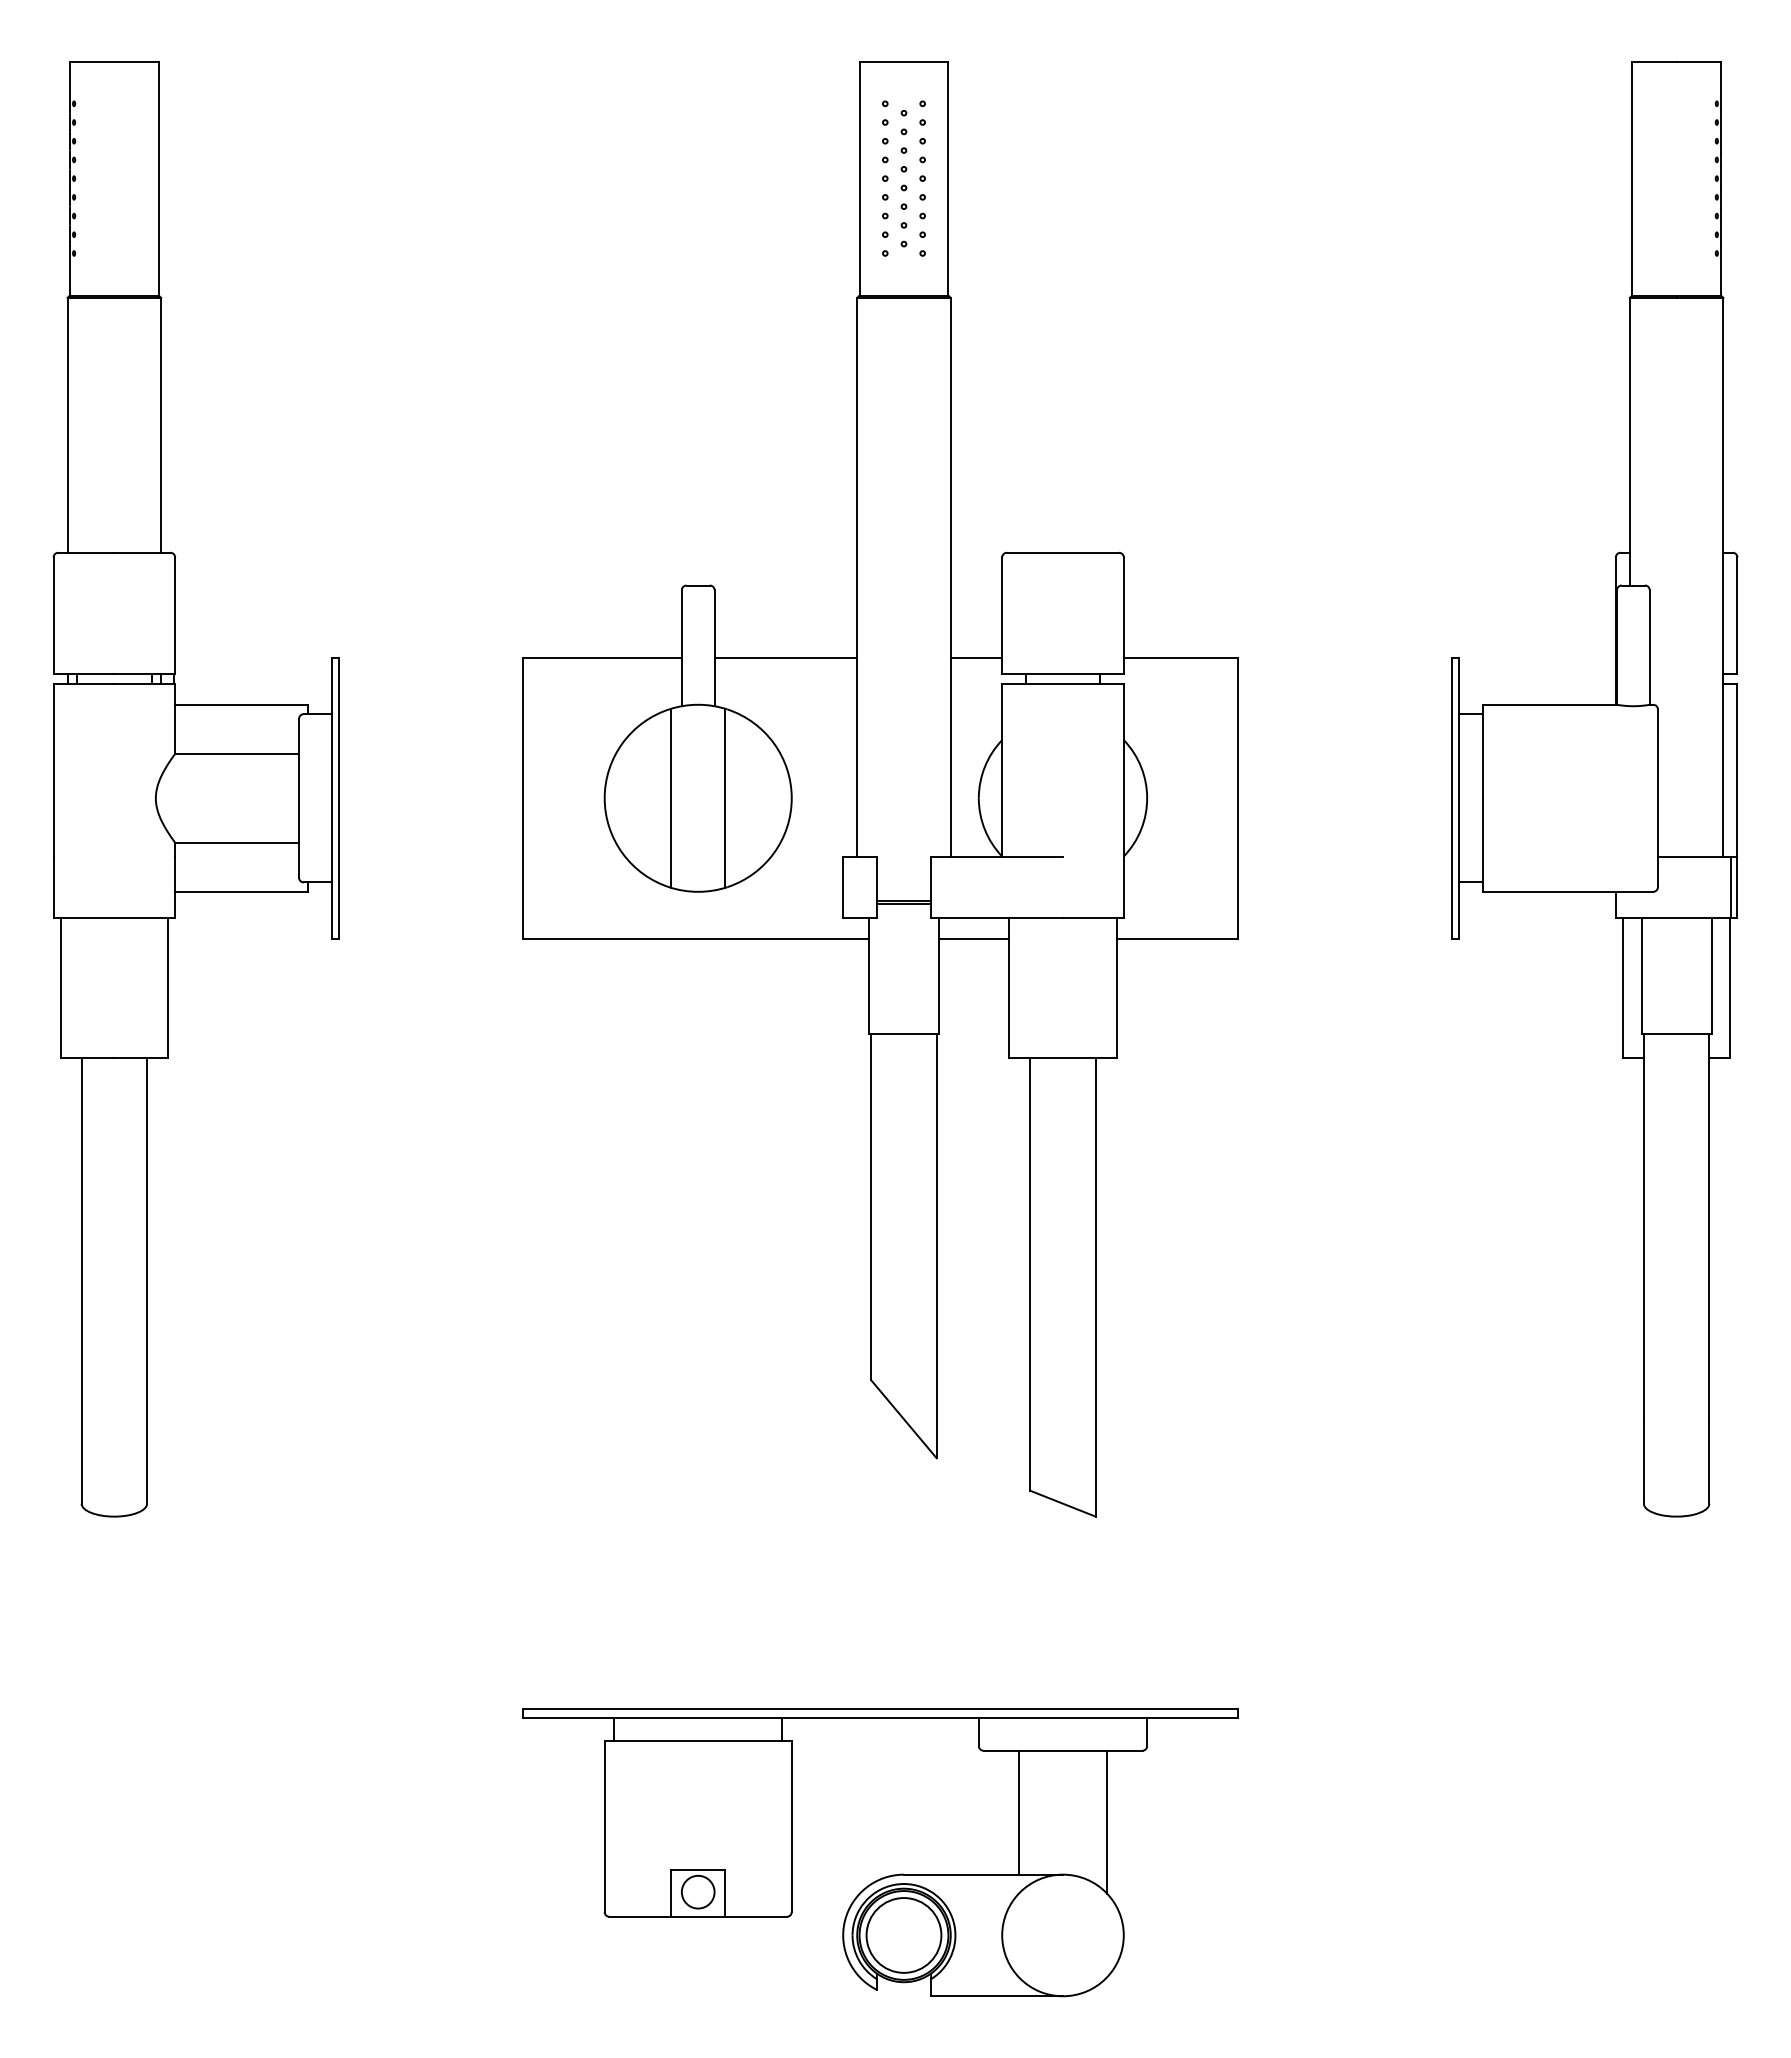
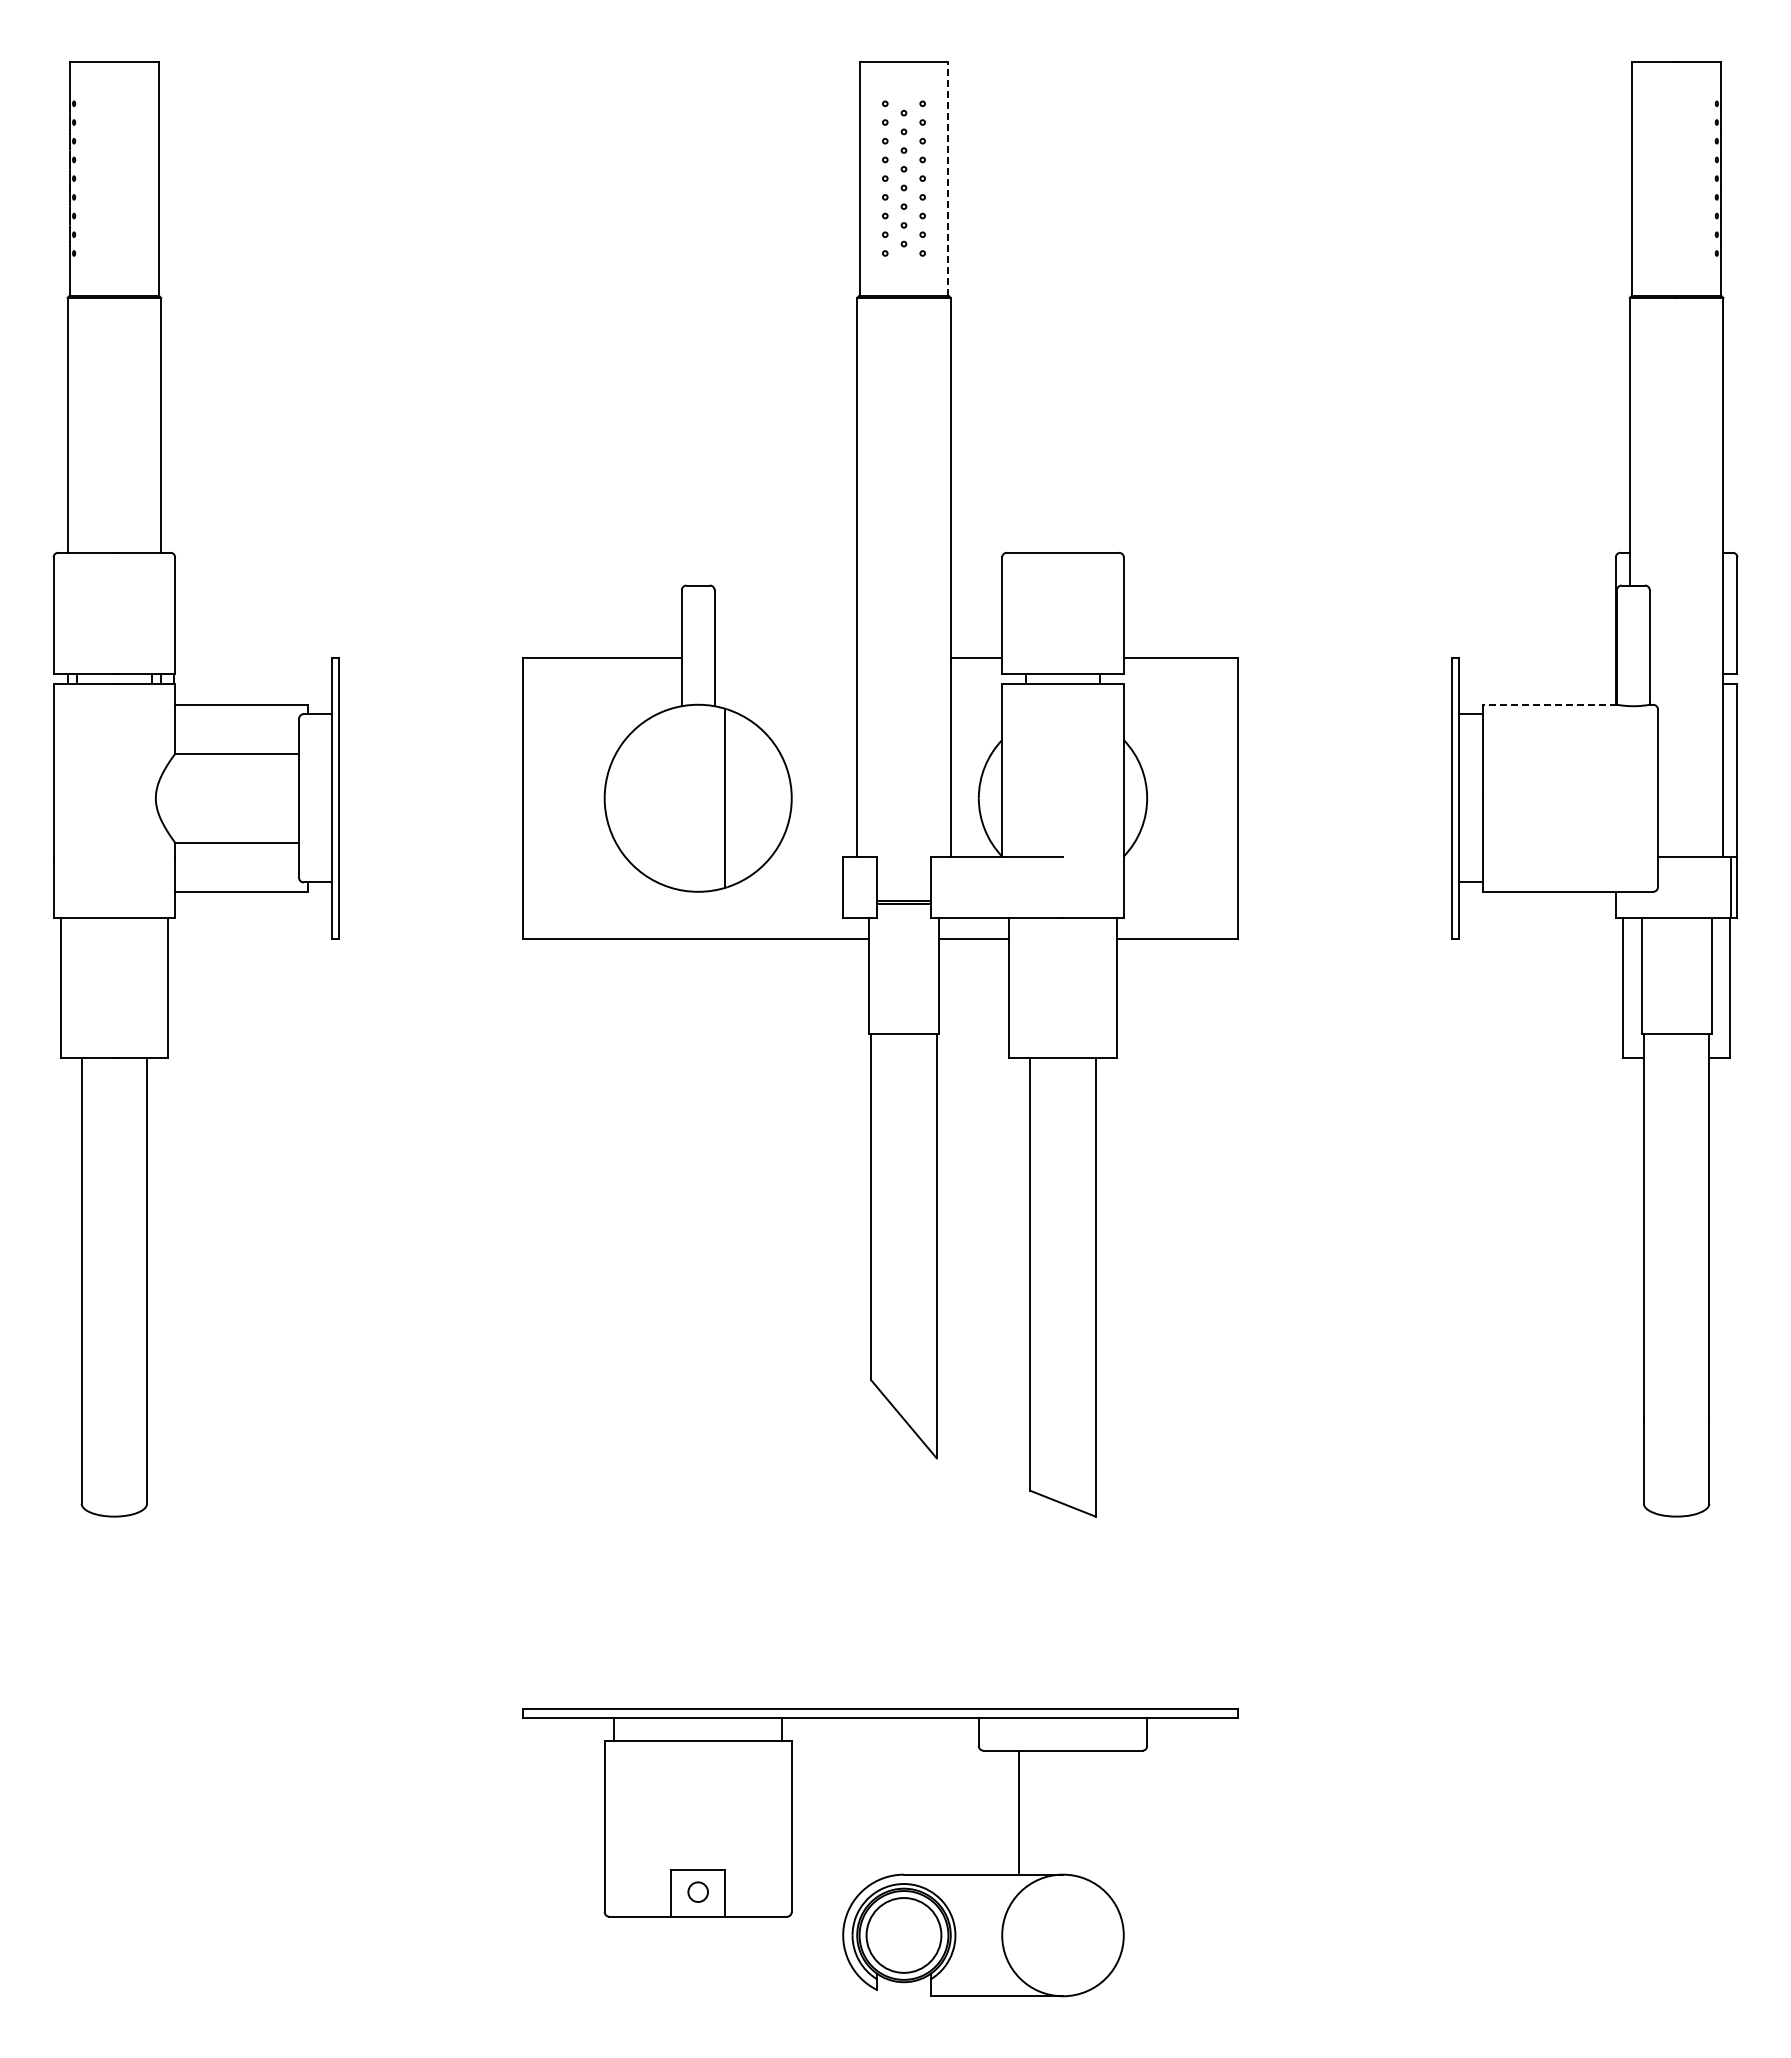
line at (948, 178): solid -> dashed
line at (785, 658): present -> none
line at (1549, 704): solid -> dashed
line at (671, 797): present -> none
line at (1107, 1821): present -> none
circle at (697, 1891) diameter: 33 px -> 20 px
